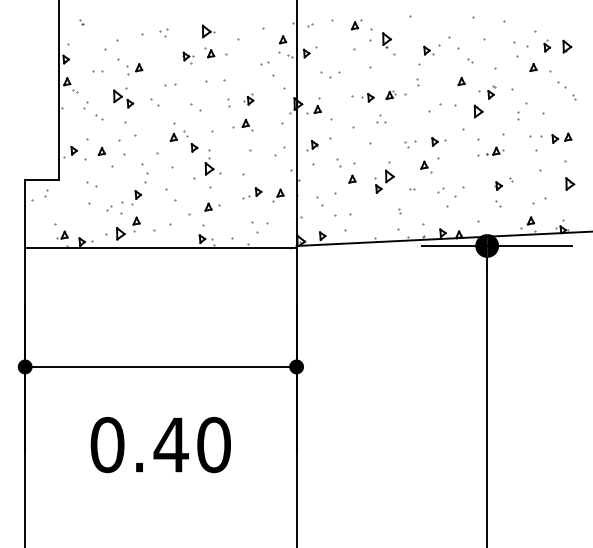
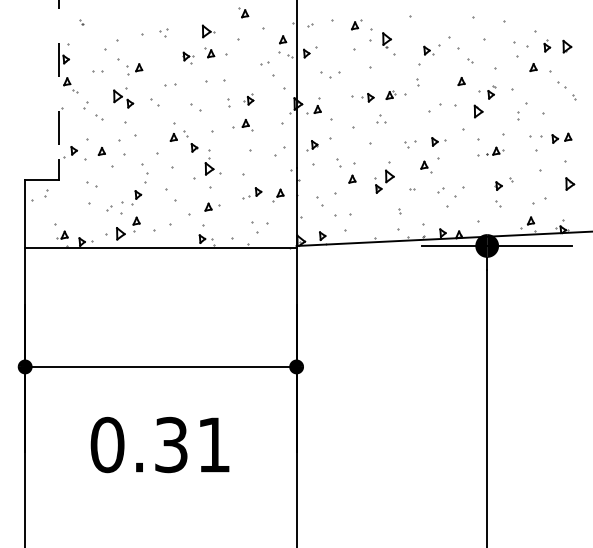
part at (243, 12): none -> present
line at (59, 80): solid -> dashed
text at (191, 444): 0.40 -> 0.31
